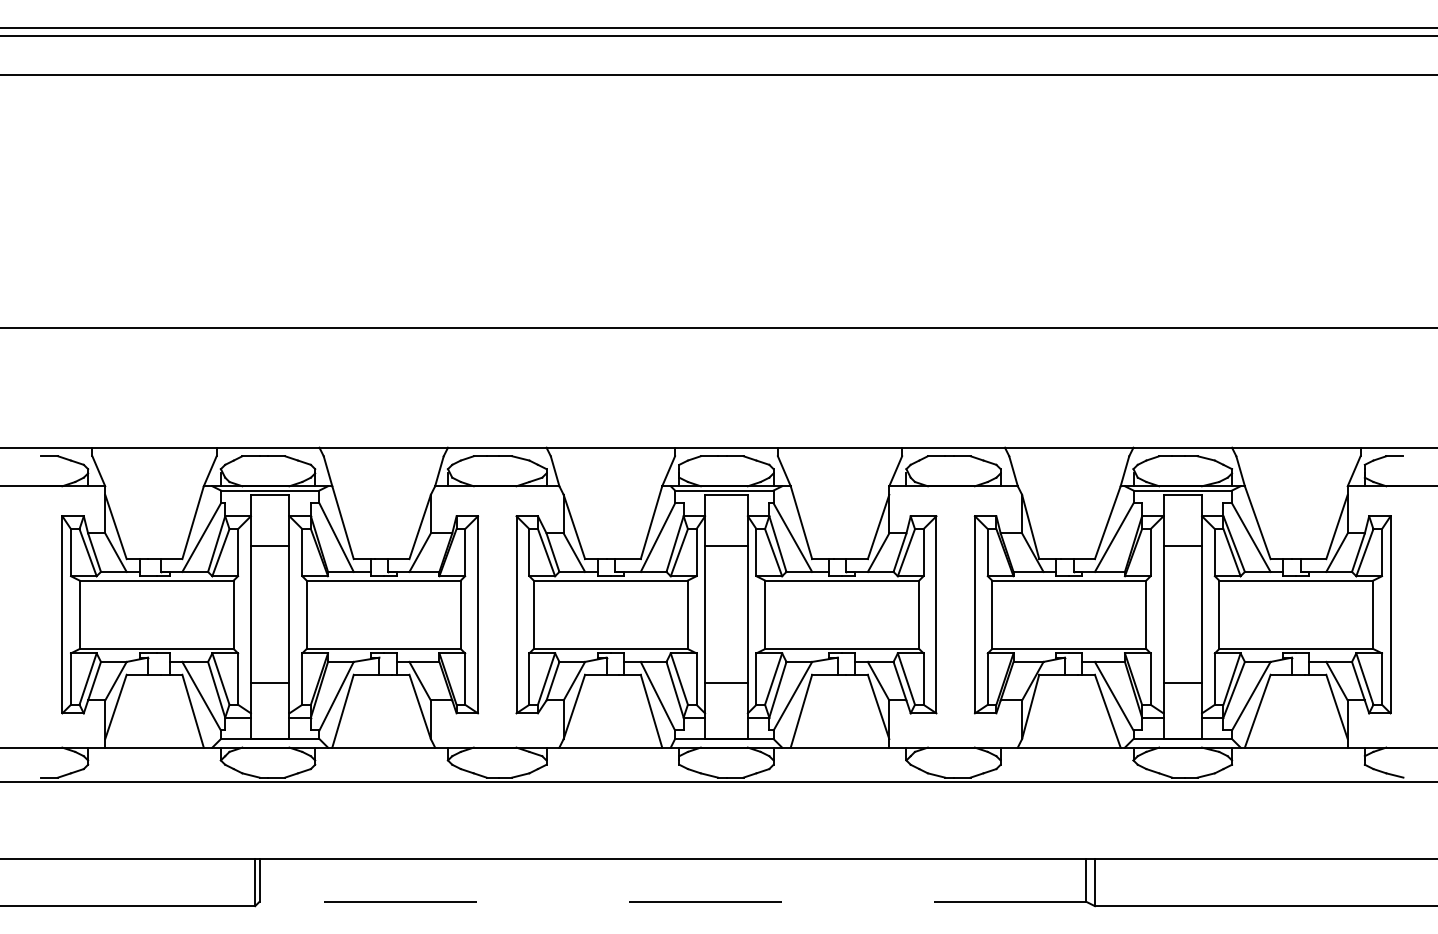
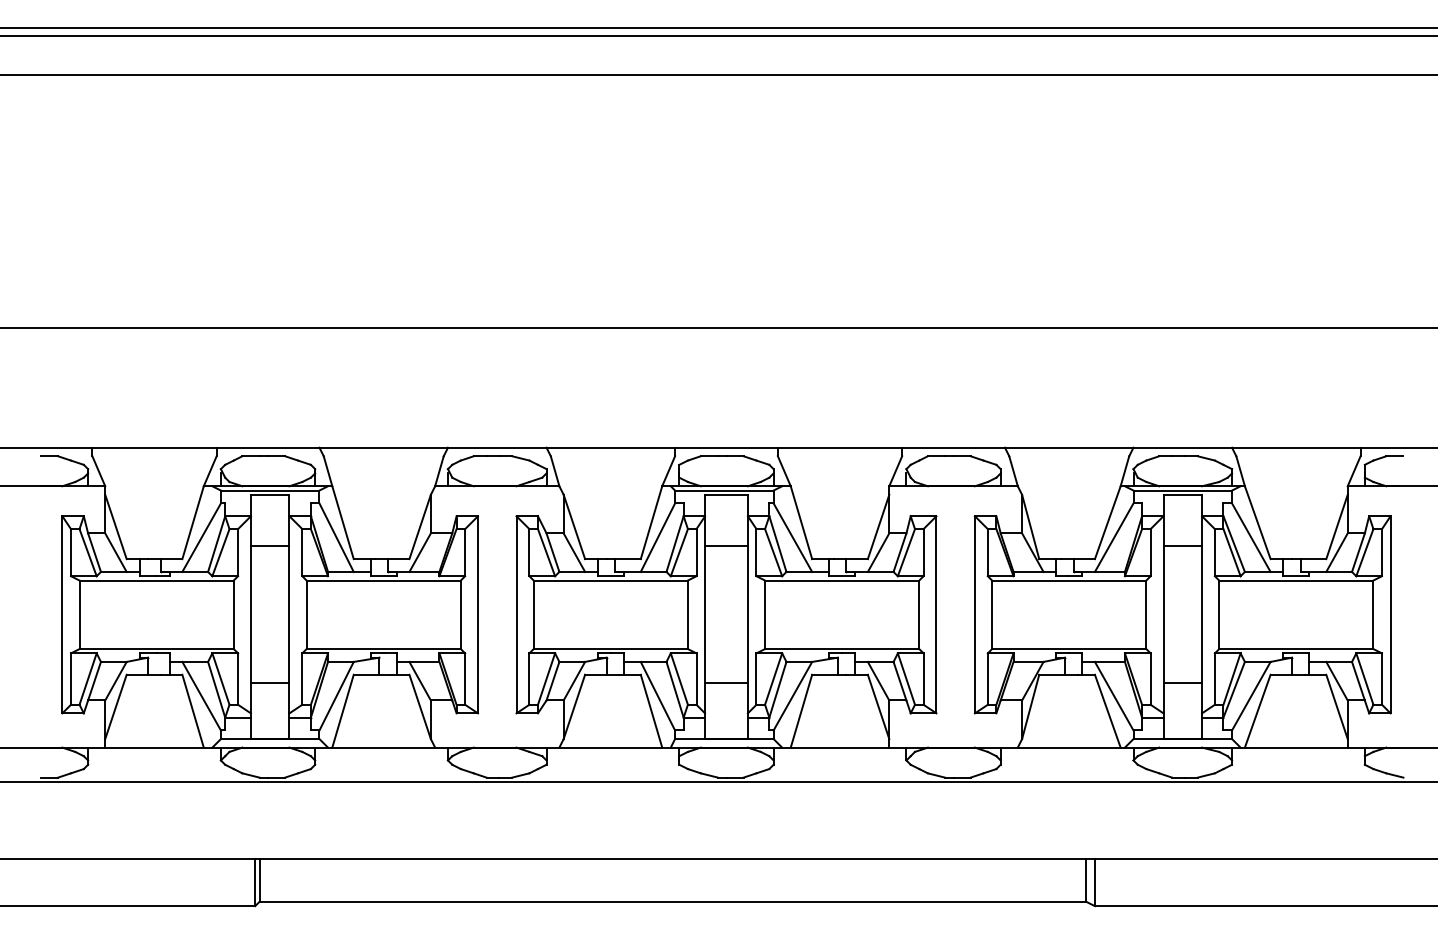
line at (672, 901): dashed -> solid
